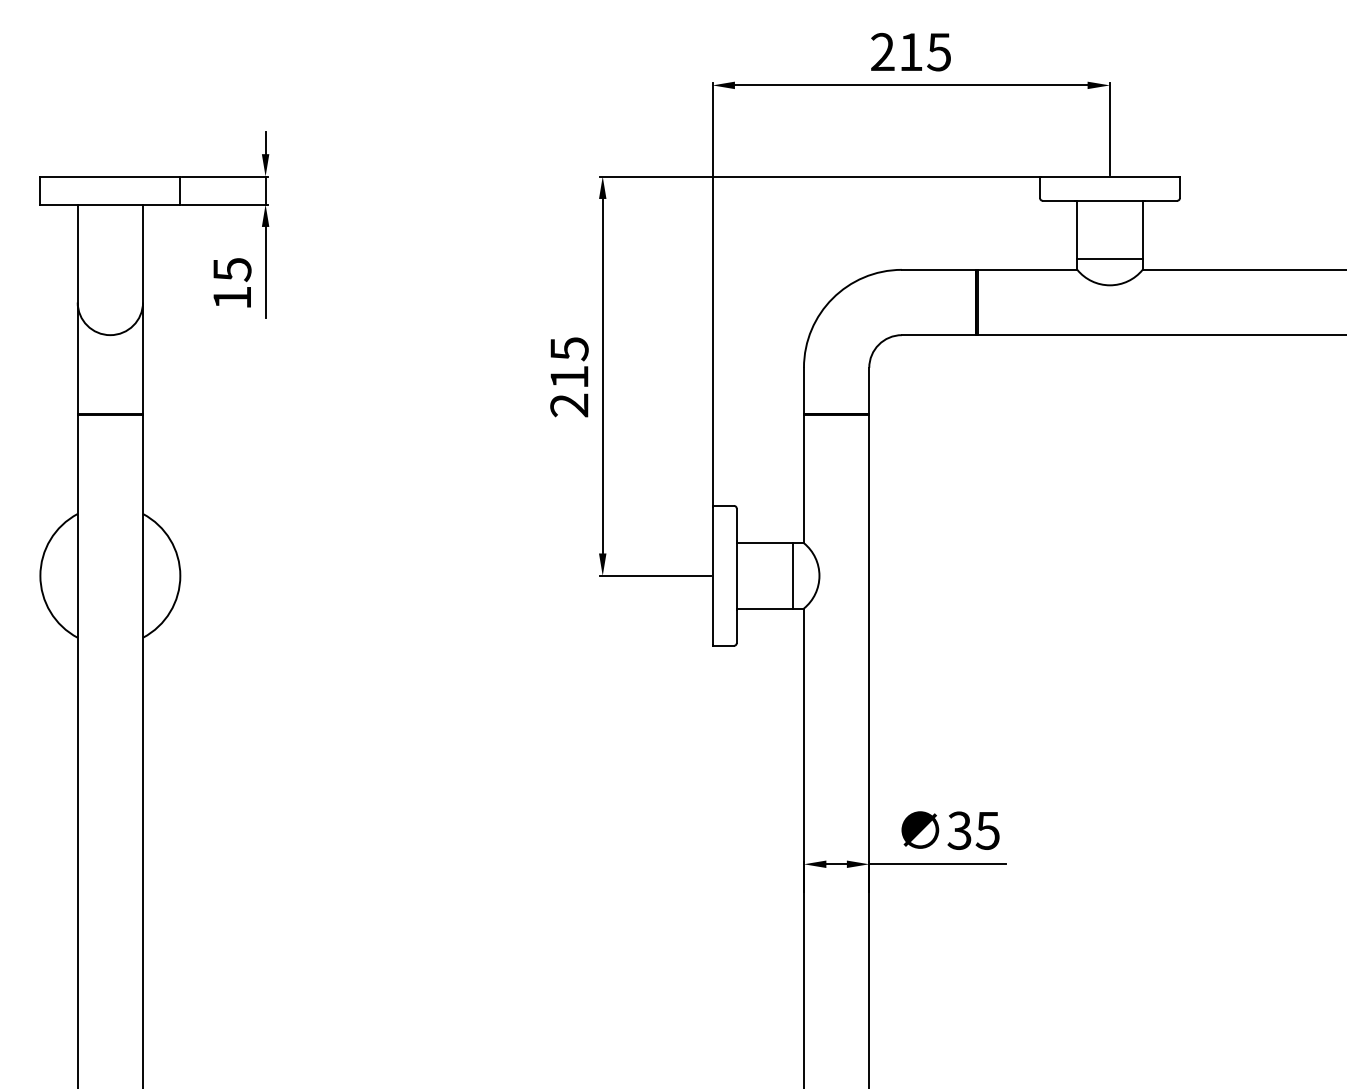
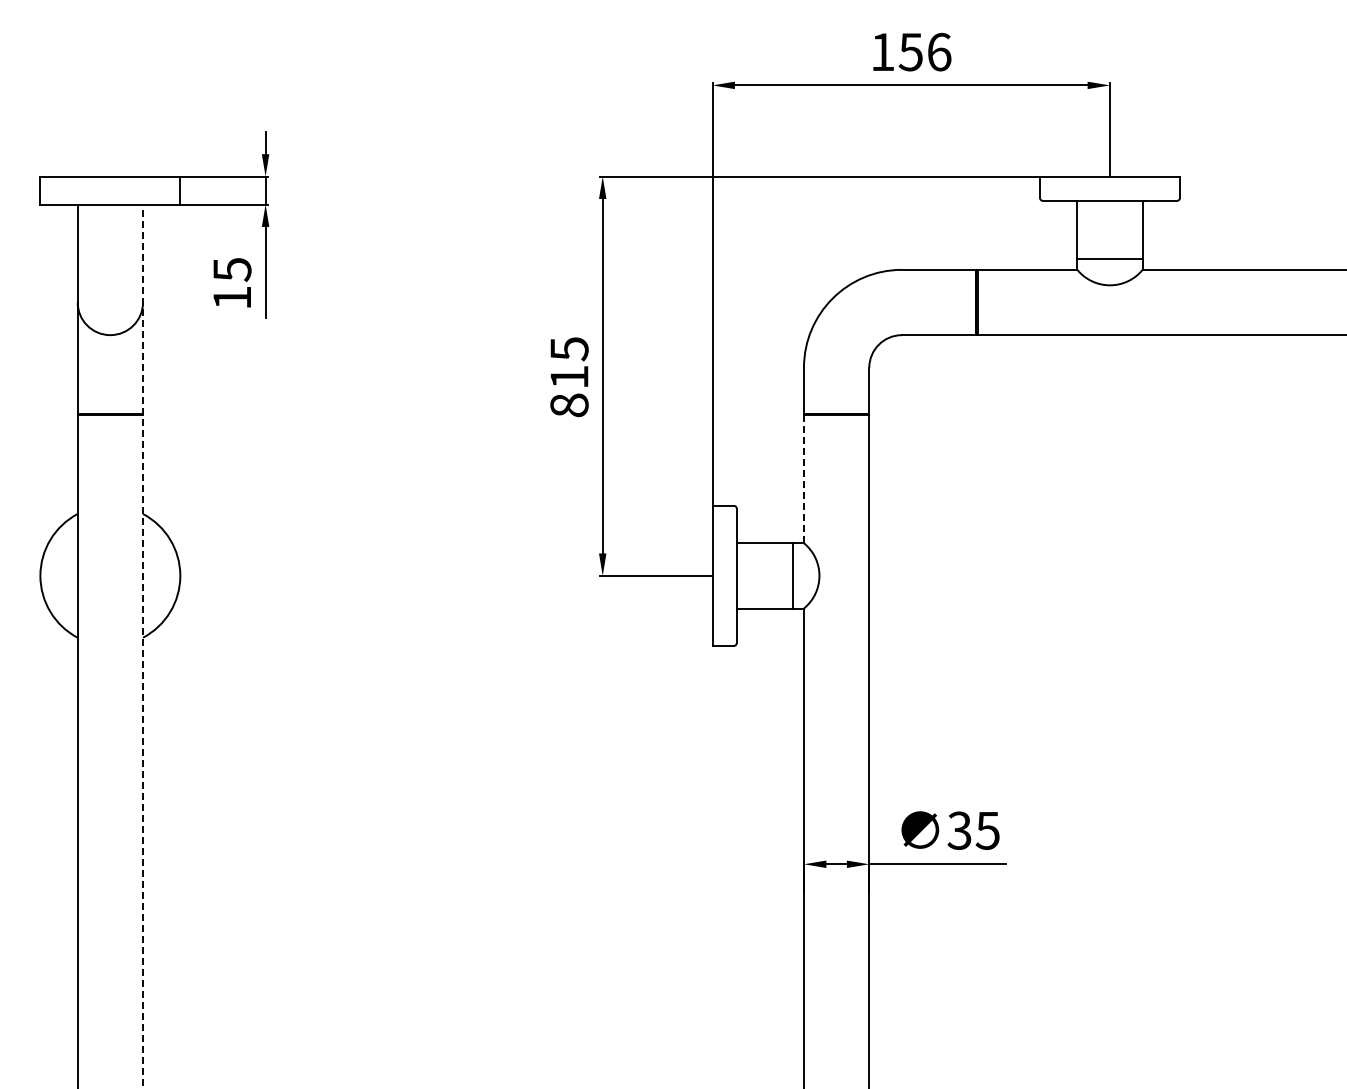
text at (911, 51): 215 -> 156
text at (569, 405): 215 -> 815
line at (803, 479): solid -> dashed
line at (143, 646): solid -> dashed
